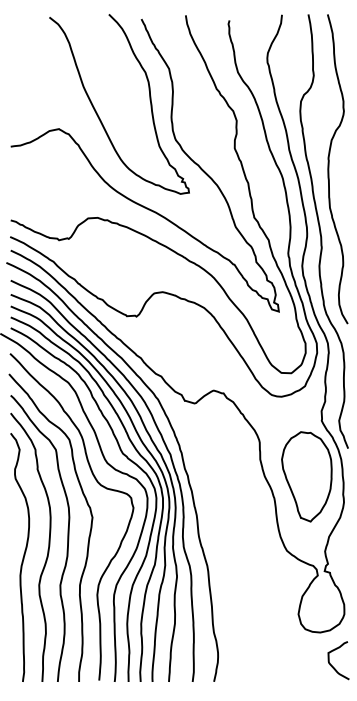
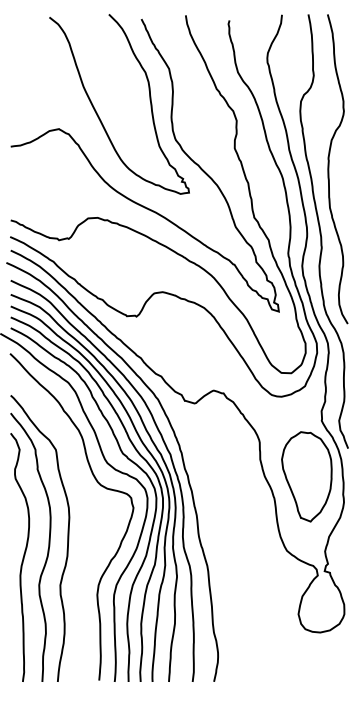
curve at (88, 536): present -> none
curve at (332, 665): present -> none
